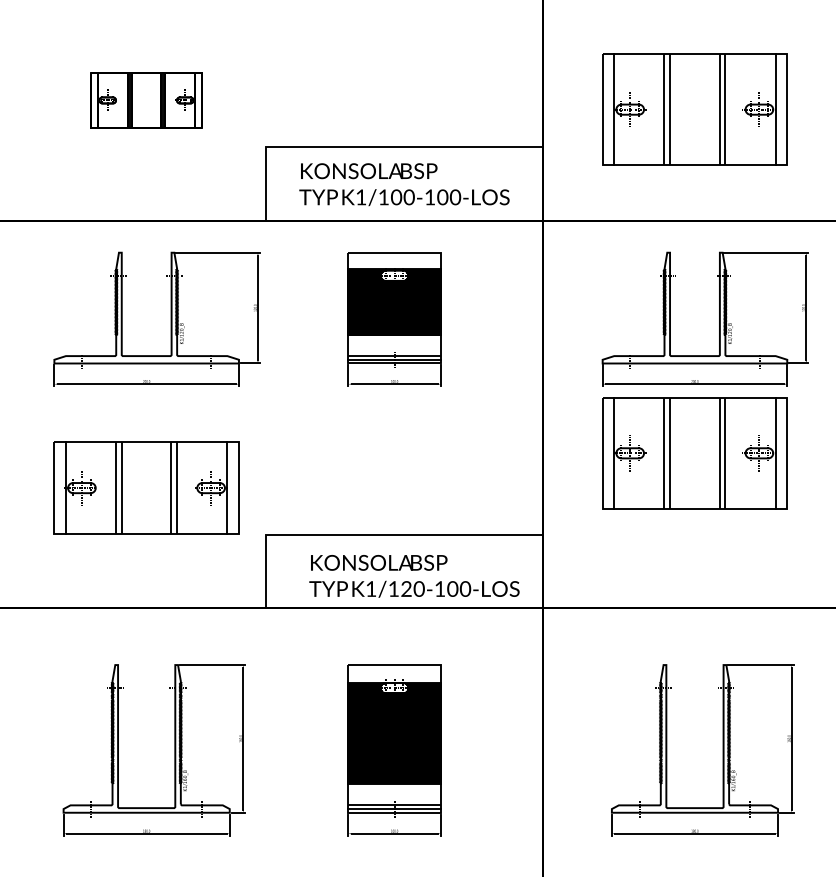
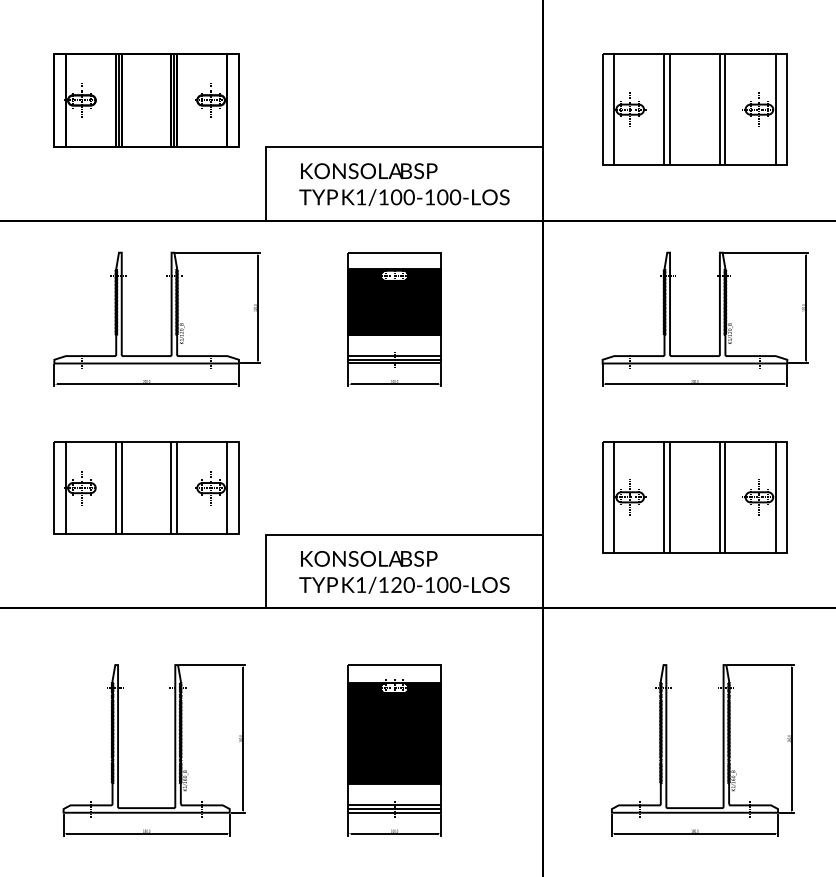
part at (146, 100) size: 113x57 px -> 187x95 px
part at (694, 453) position: (694, 453) -> (694, 497)
text at (414, 576) position: (414, 576) -> (404, 572)
